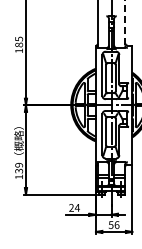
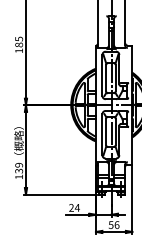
line at (125, 22): dashed -> solid
